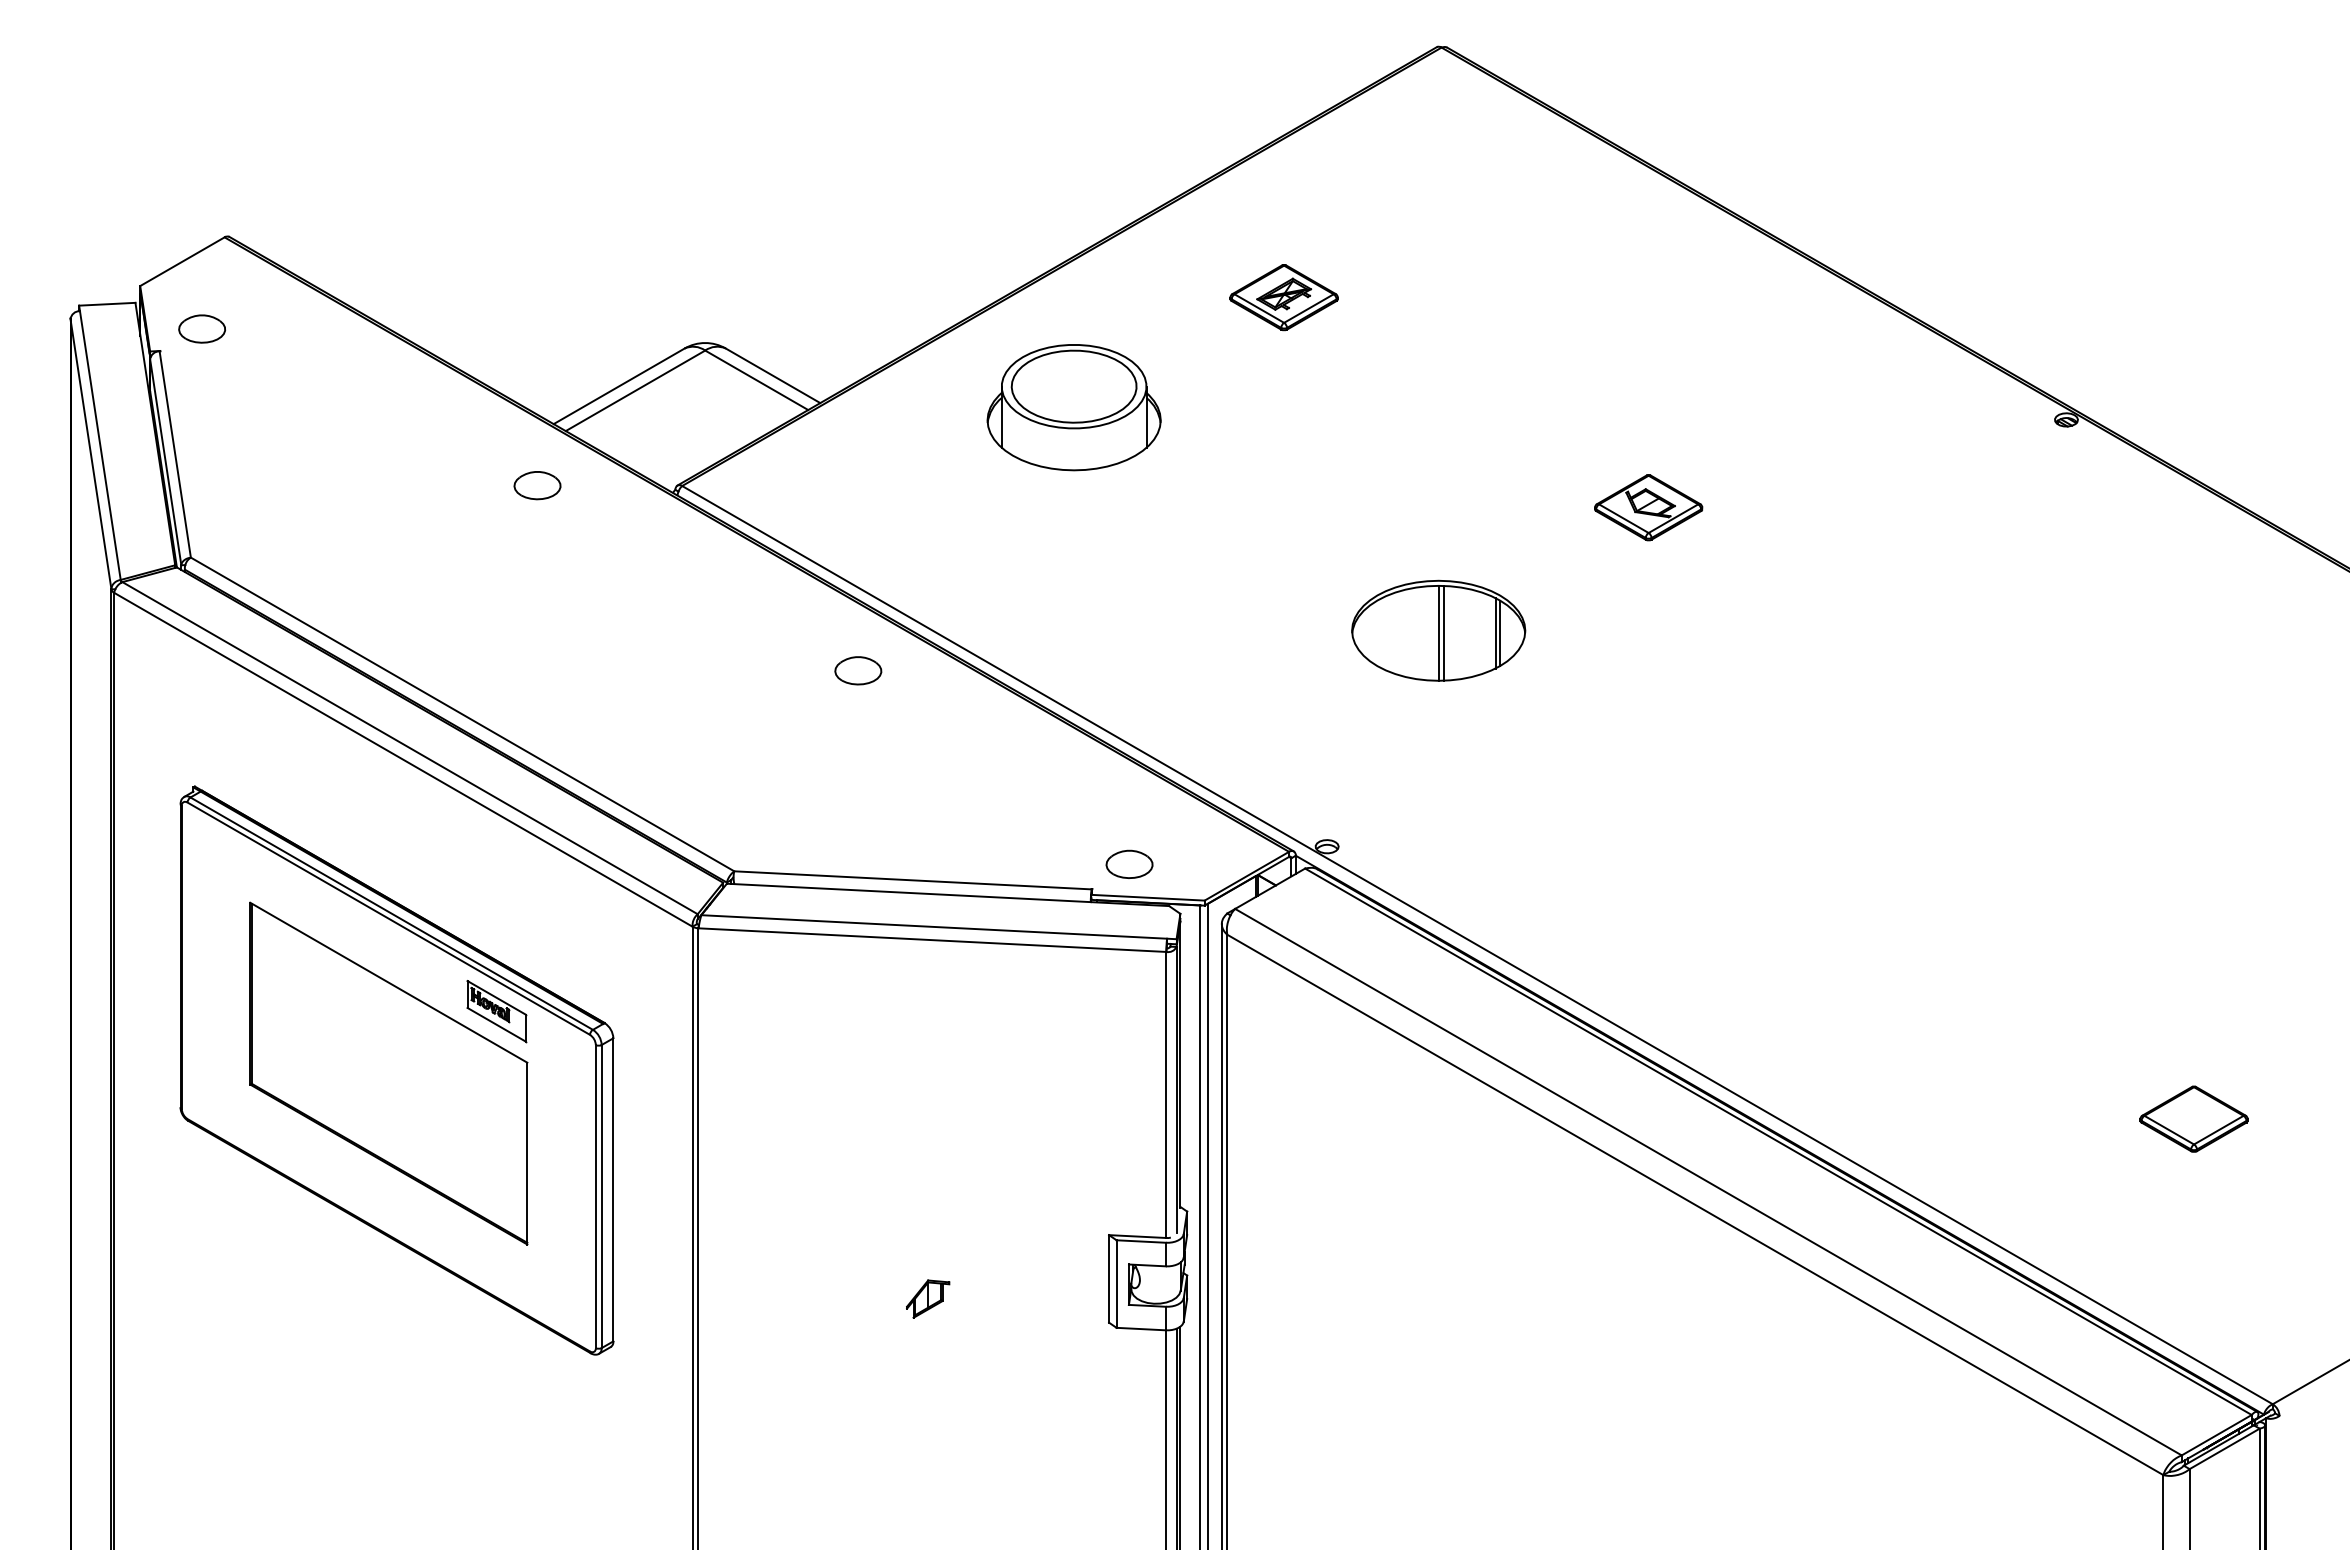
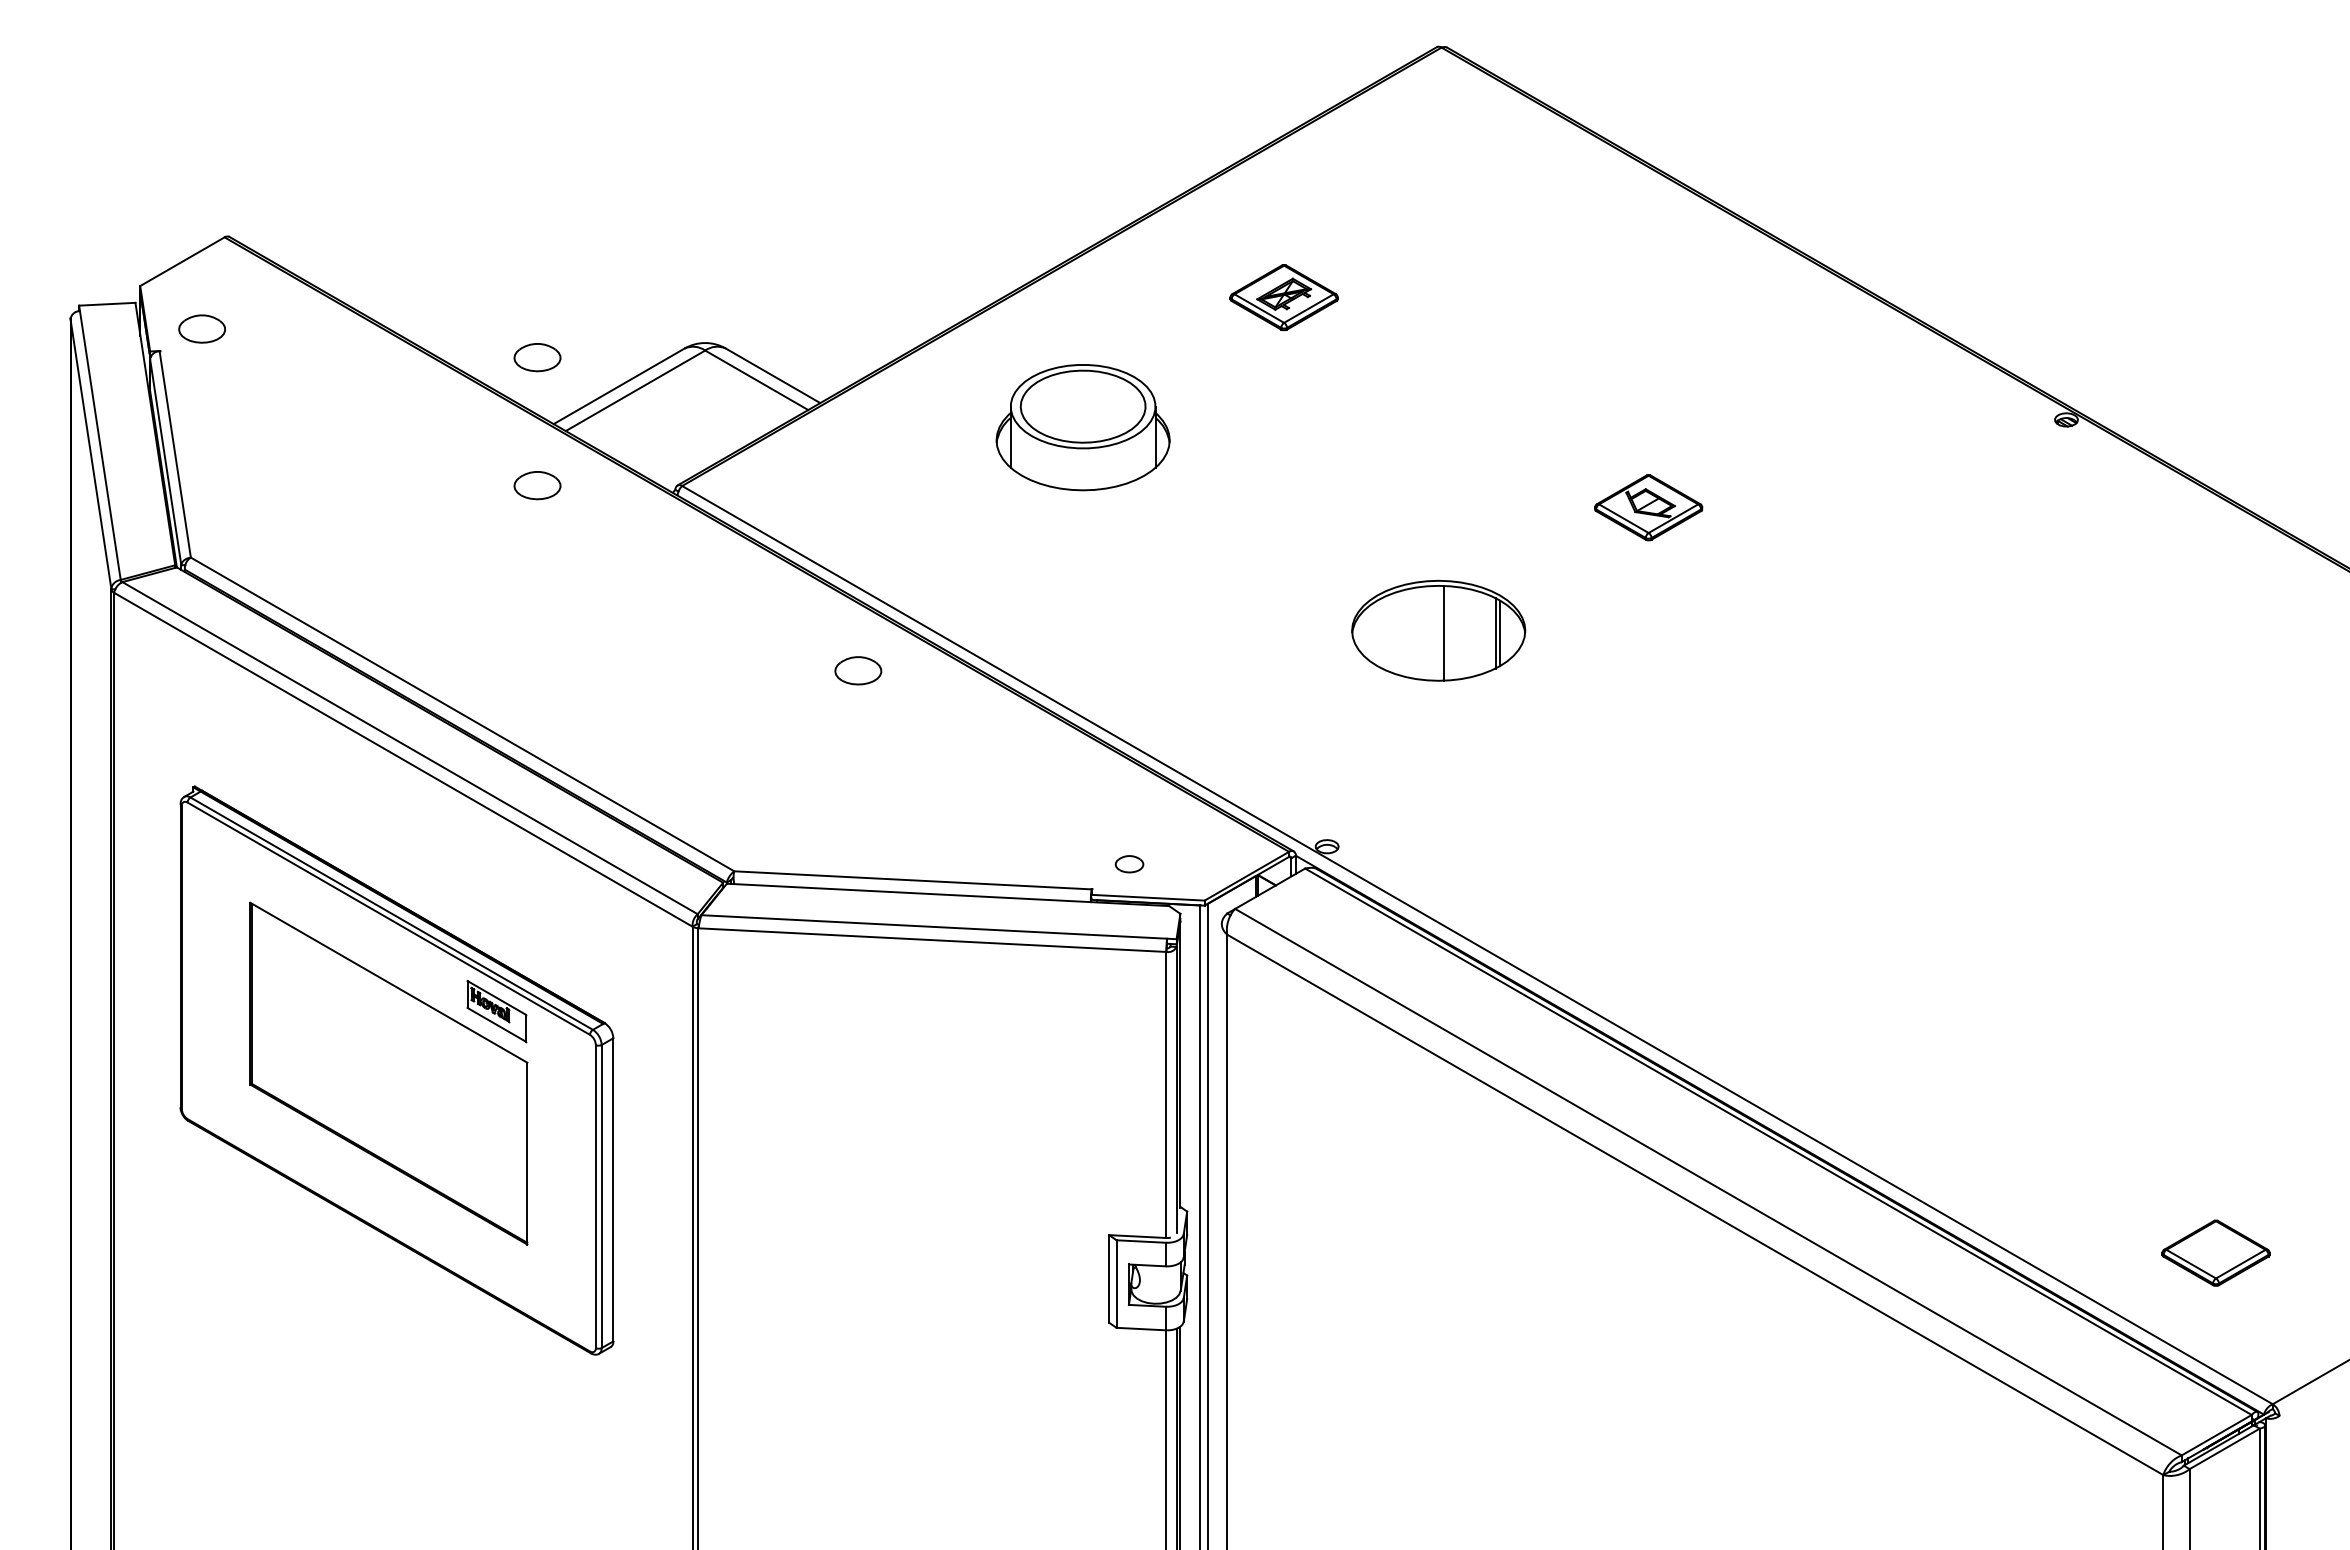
part at (537, 357): none -> present
part at (1073, 407) position: (1073, 407) -> (1082, 427)
line at (1439, 632): present -> none
part at (1129, 863) size: 49x30 px -> 31x19 px
part at (2193, 1118) position: (2193, 1118) -> (2215, 1252)
line at (1221, 1235): present -> none
part at (928, 1298): present -> none
